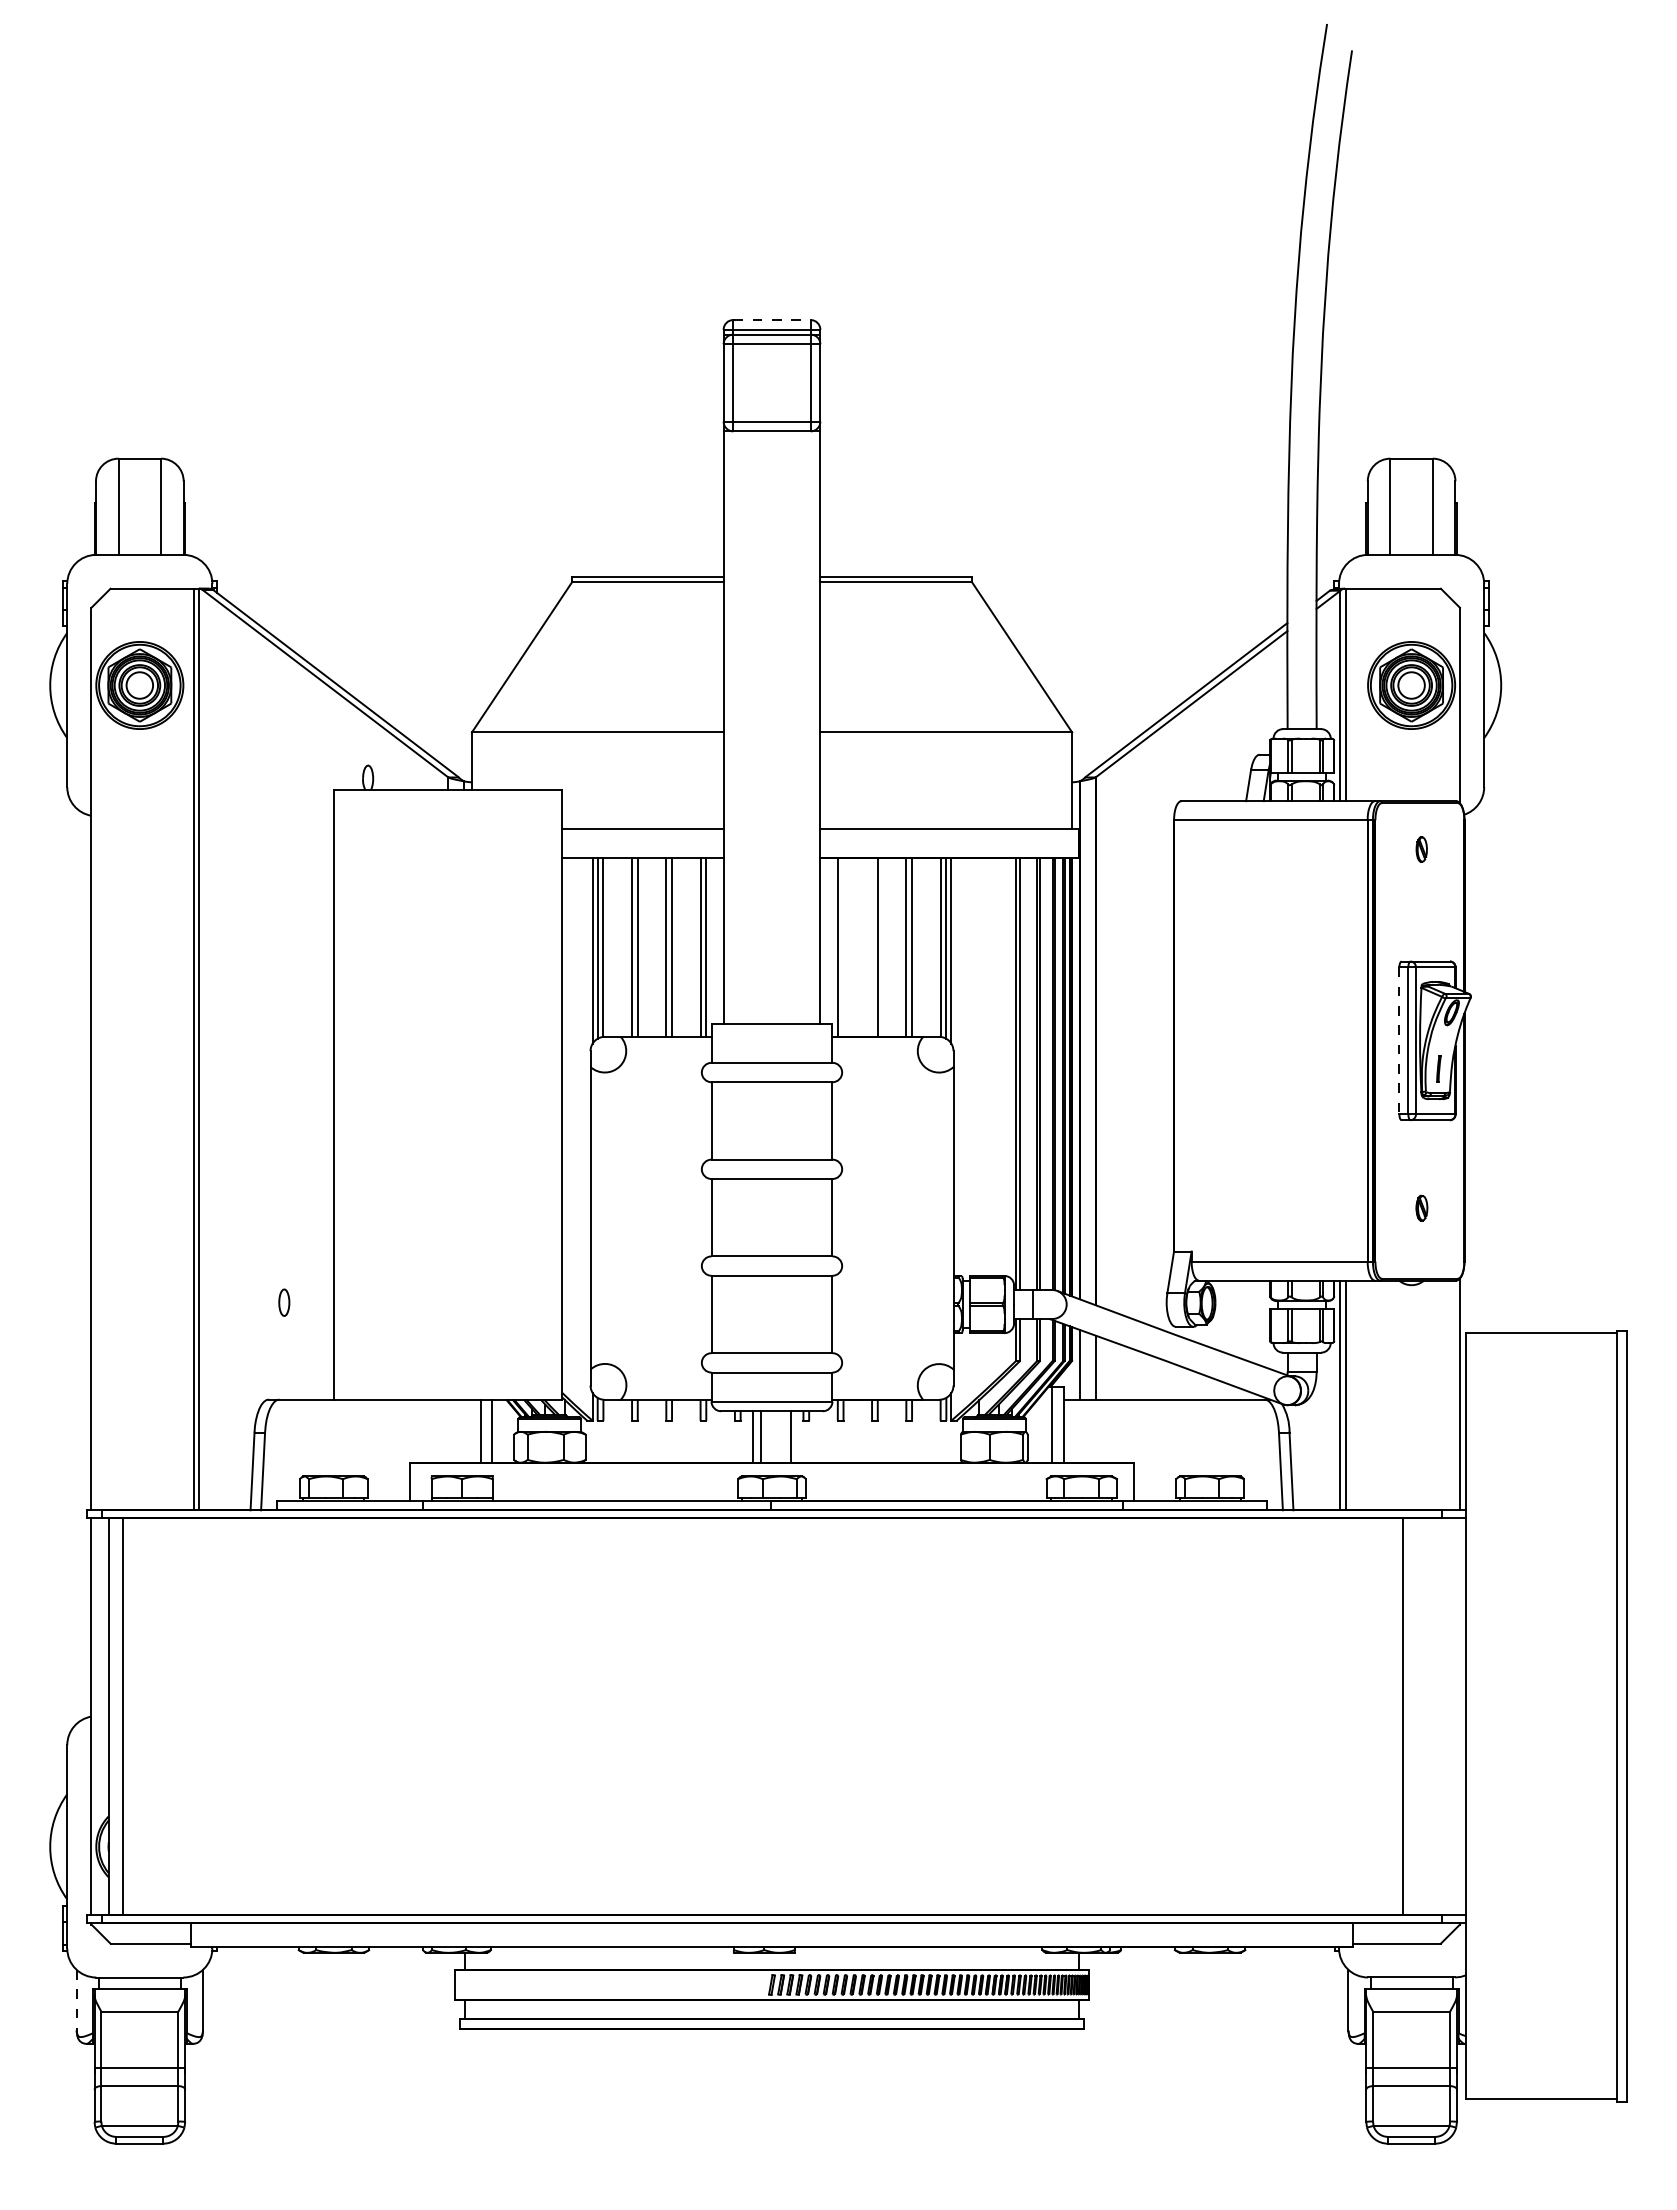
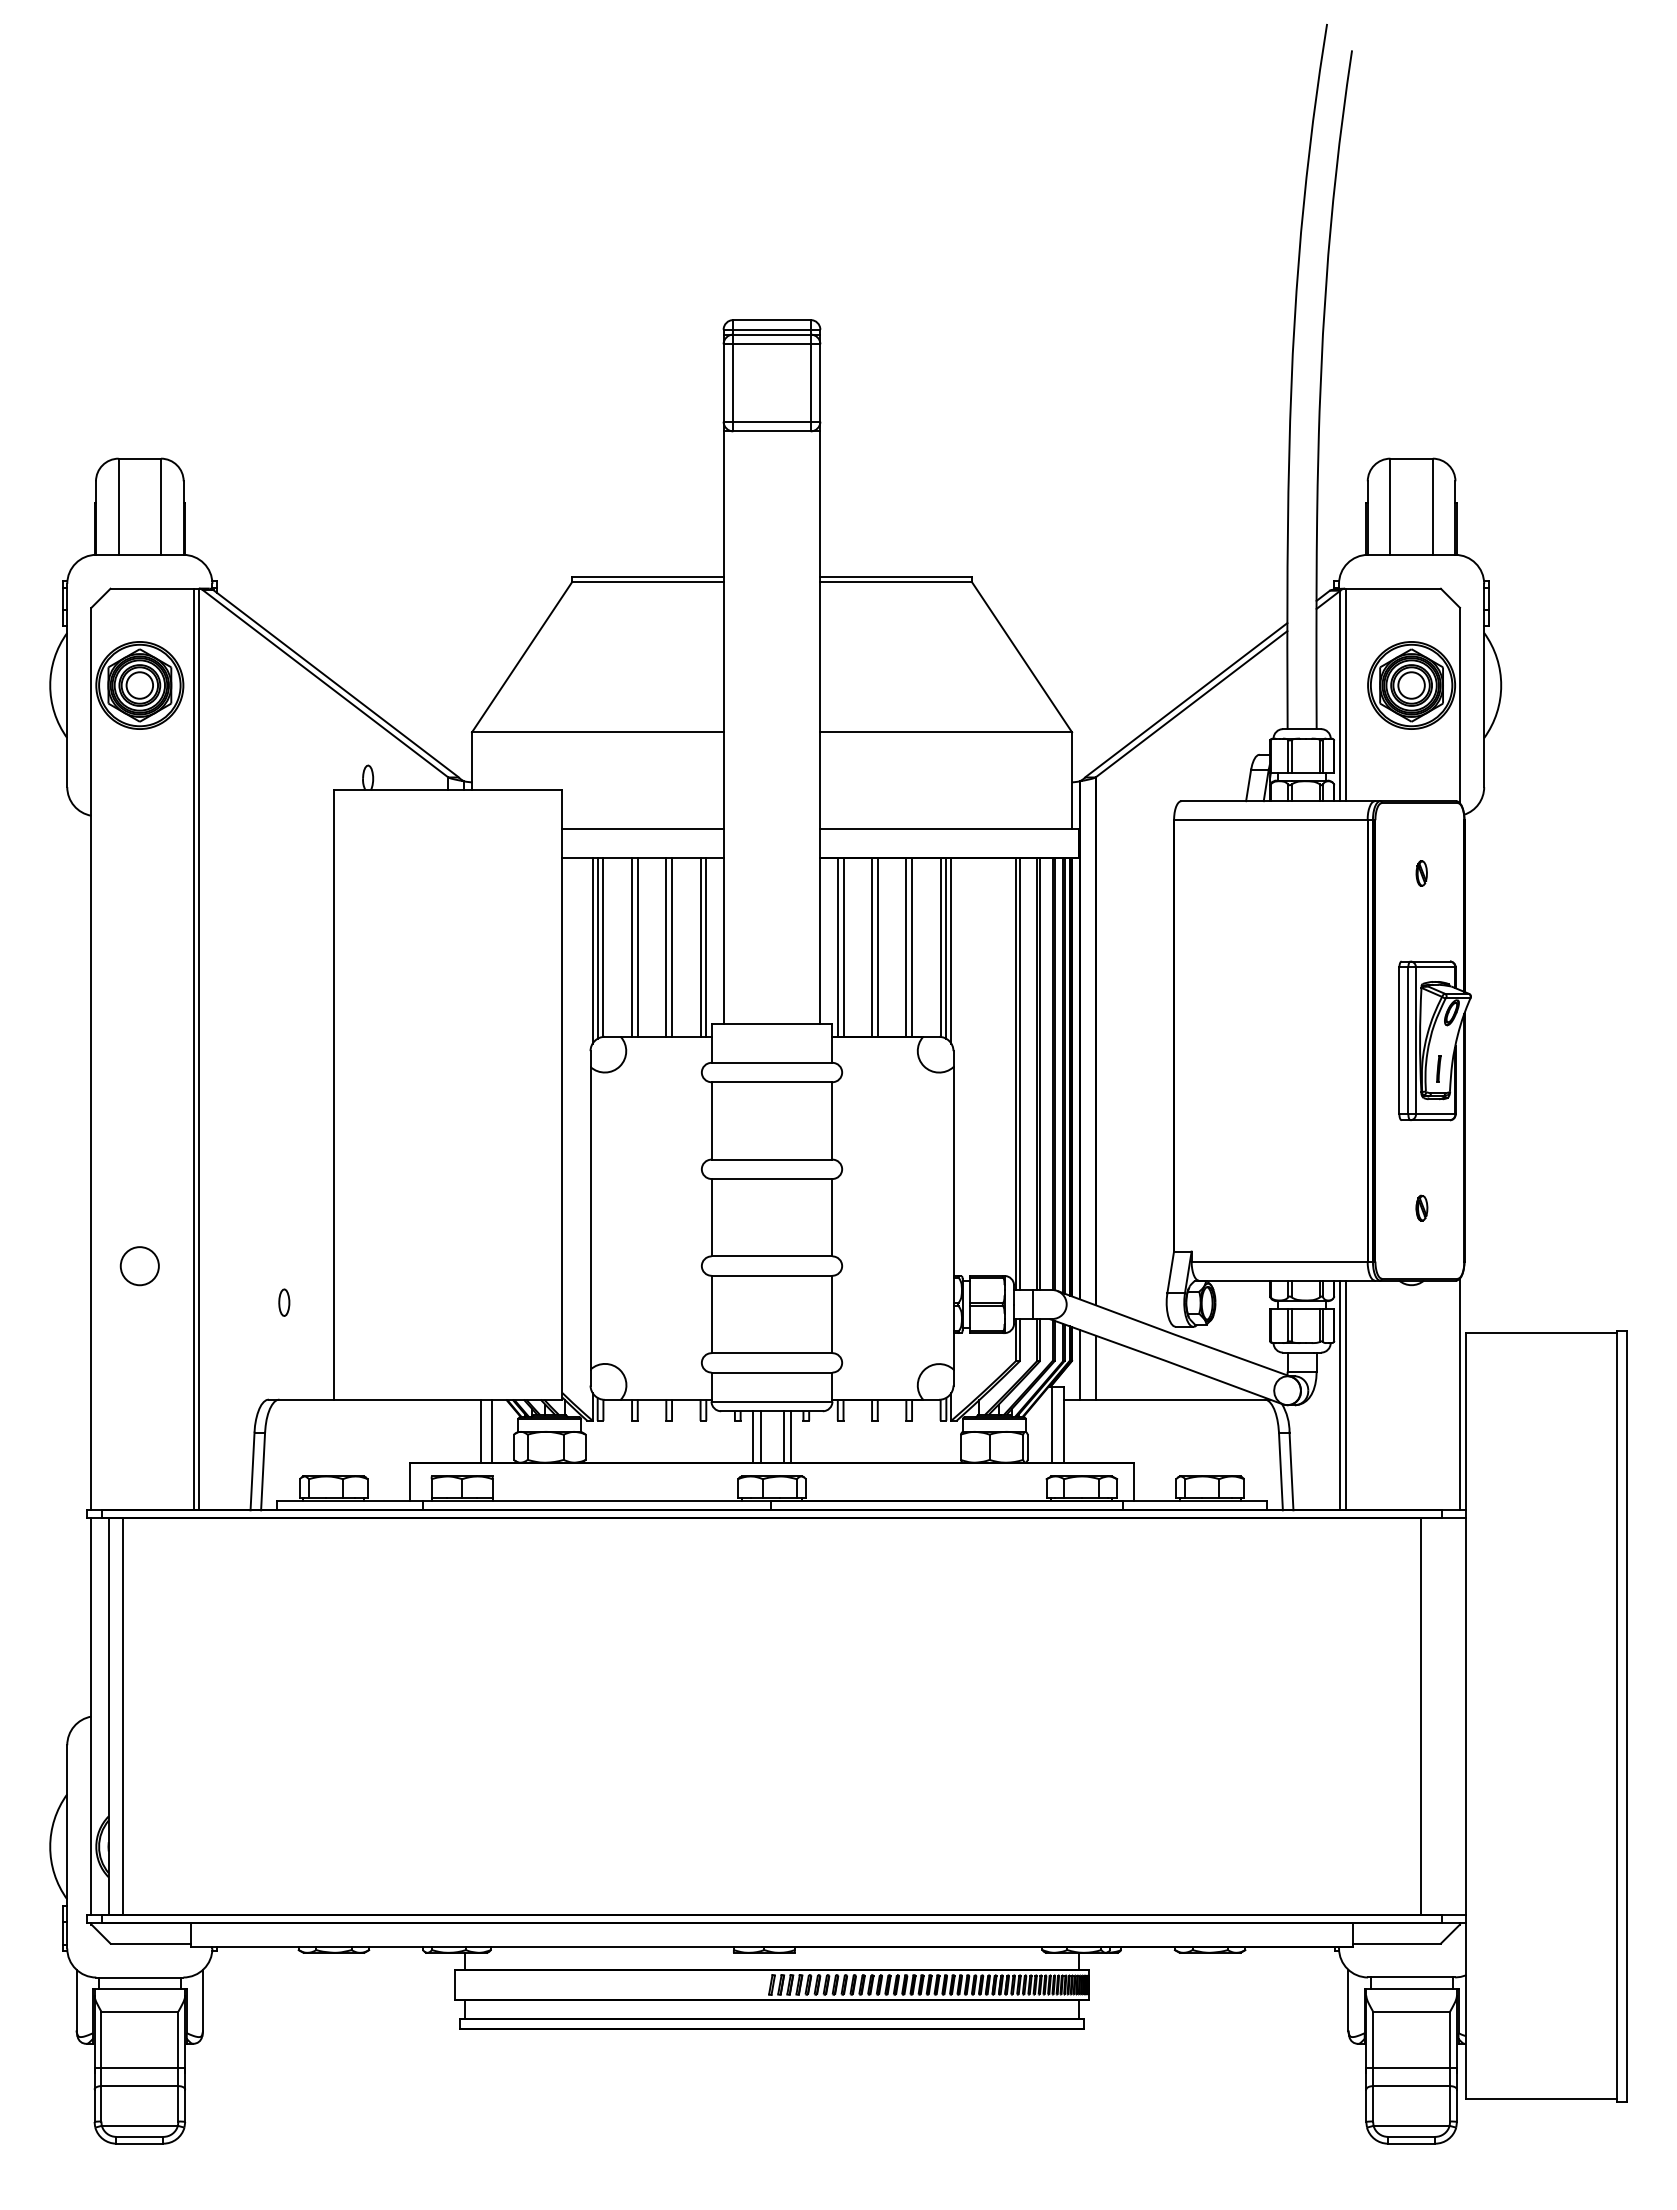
line at (772, 320): dashed -> solid
part at (1421, 849) position: (1421, 849) -> (1421, 873)
line at (843, 946): none -> present
line at (872, 946): none -> present
line at (1399, 1040): dashed -> solid
circle at (139, 1266): none -> present
line at (783, 1436): none -> present
line at (1402, 1716) position: (1402, 1716) -> (1420, 1716)
line at (76, 2000): dashed -> solid
